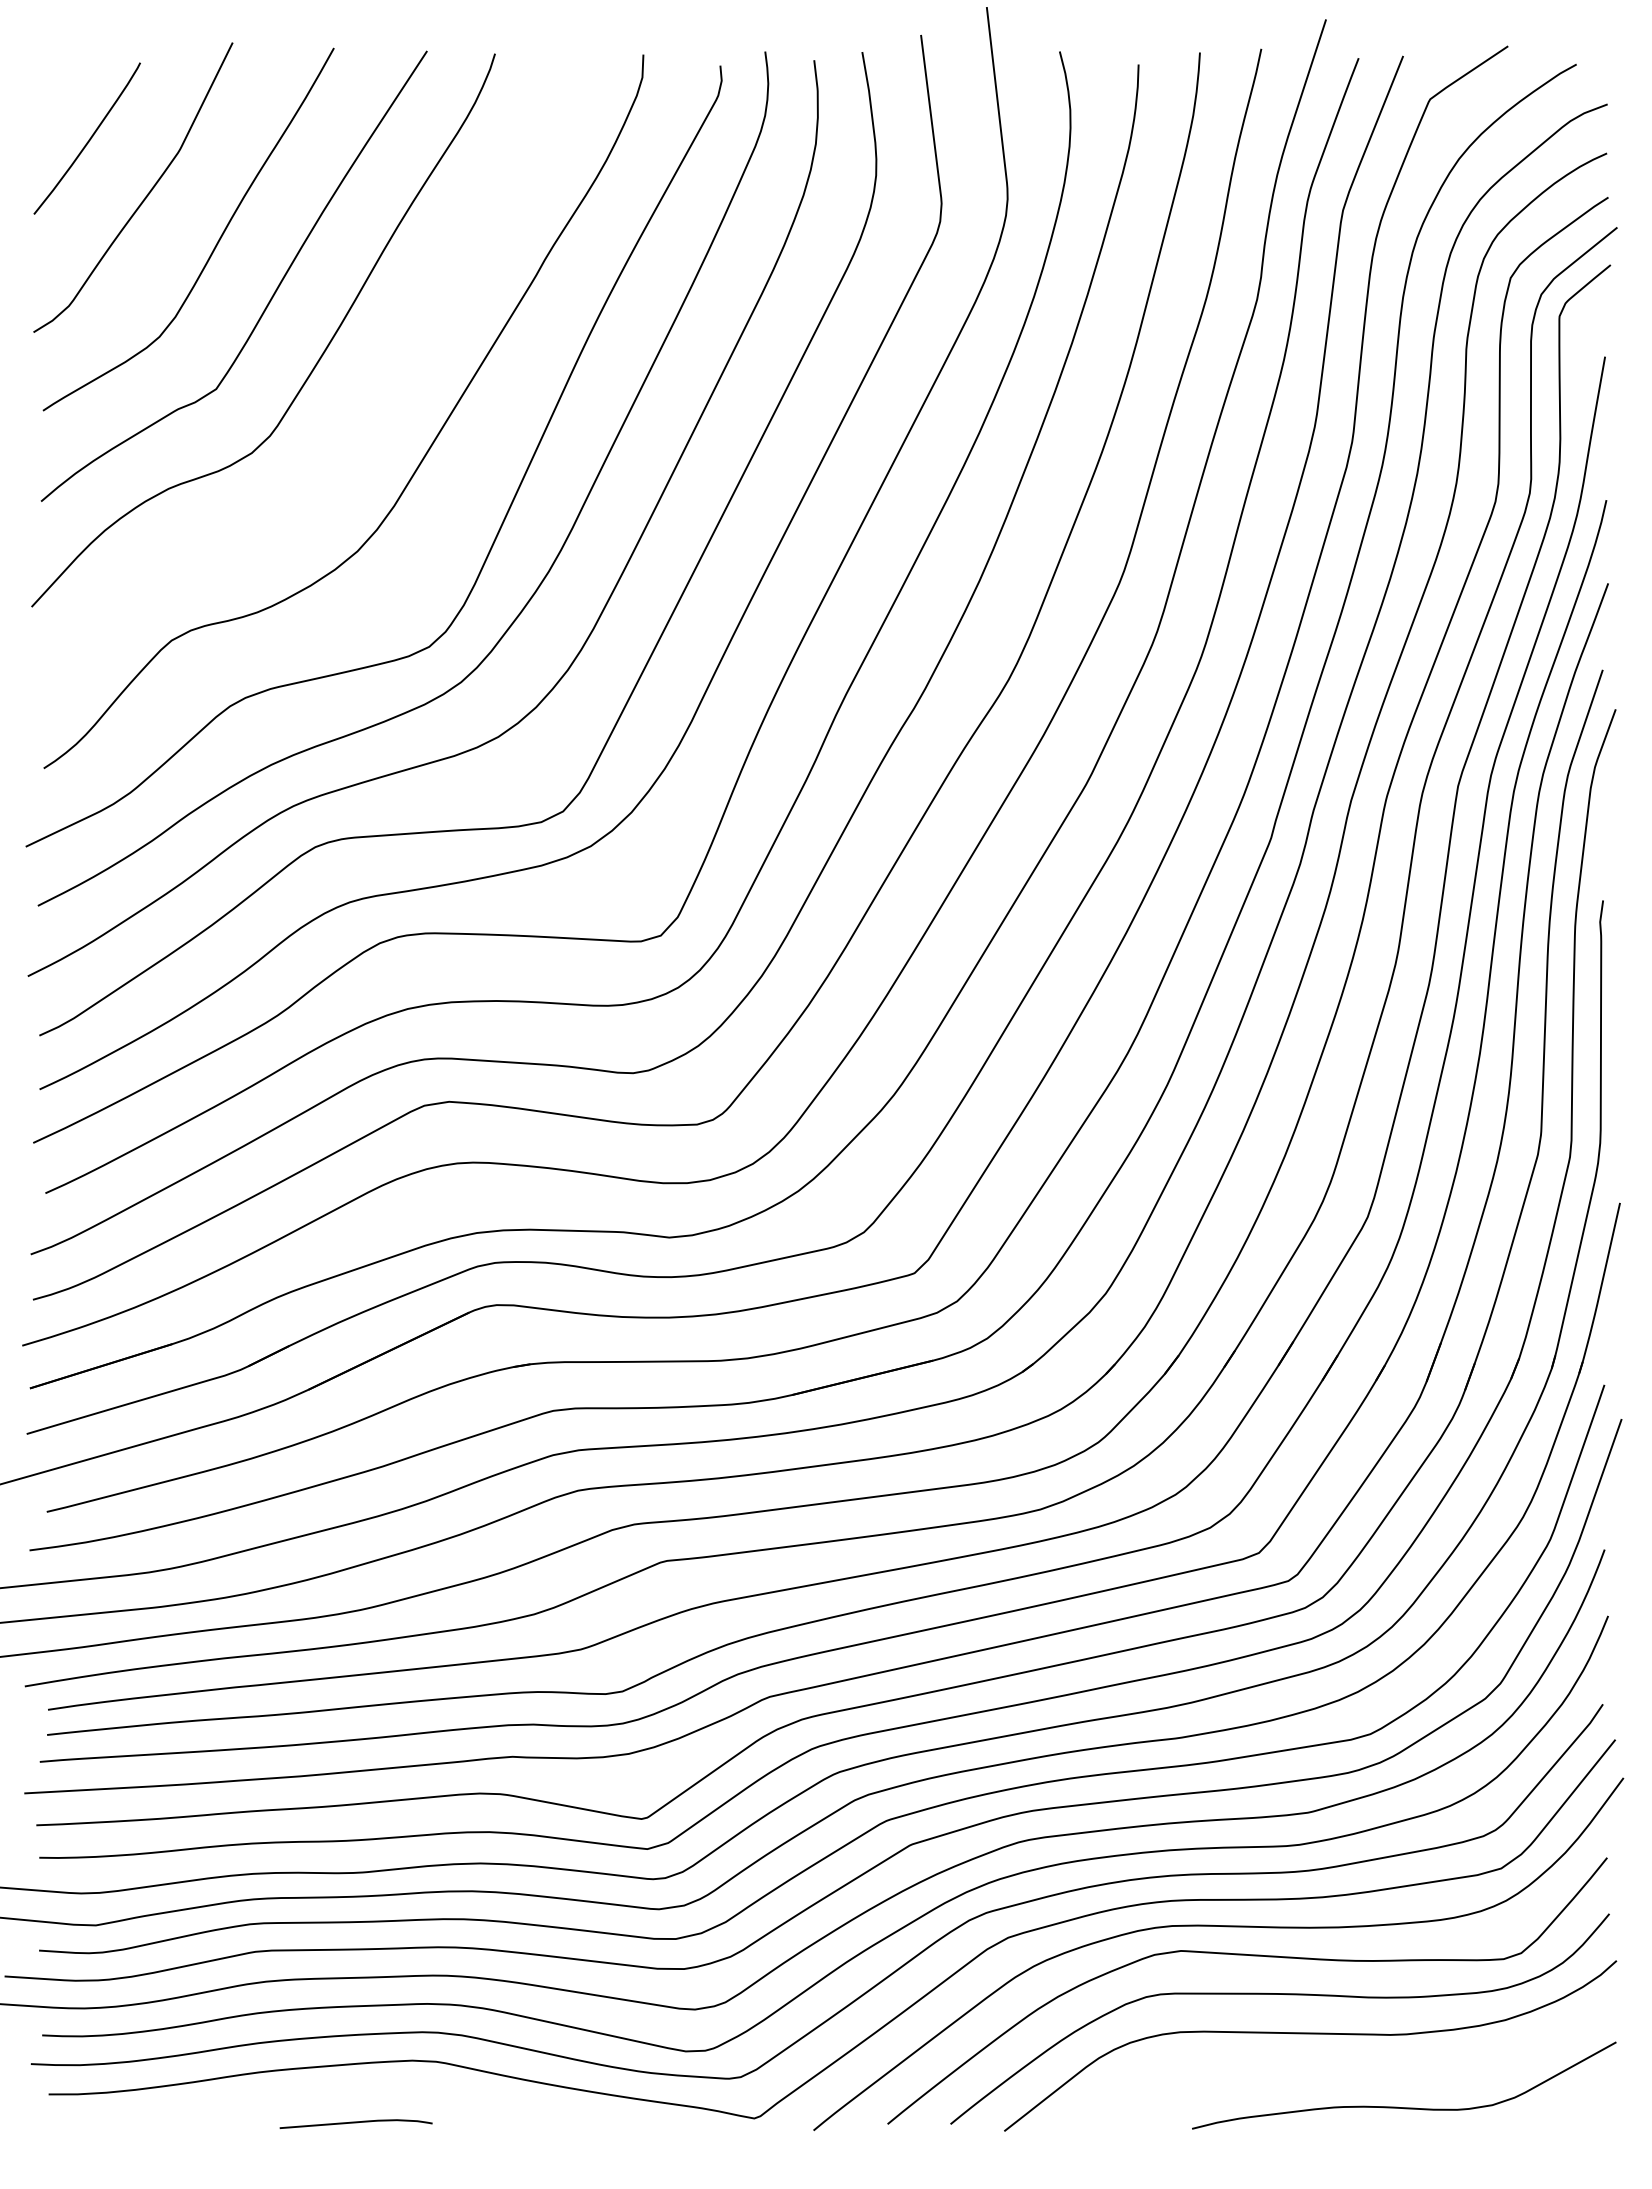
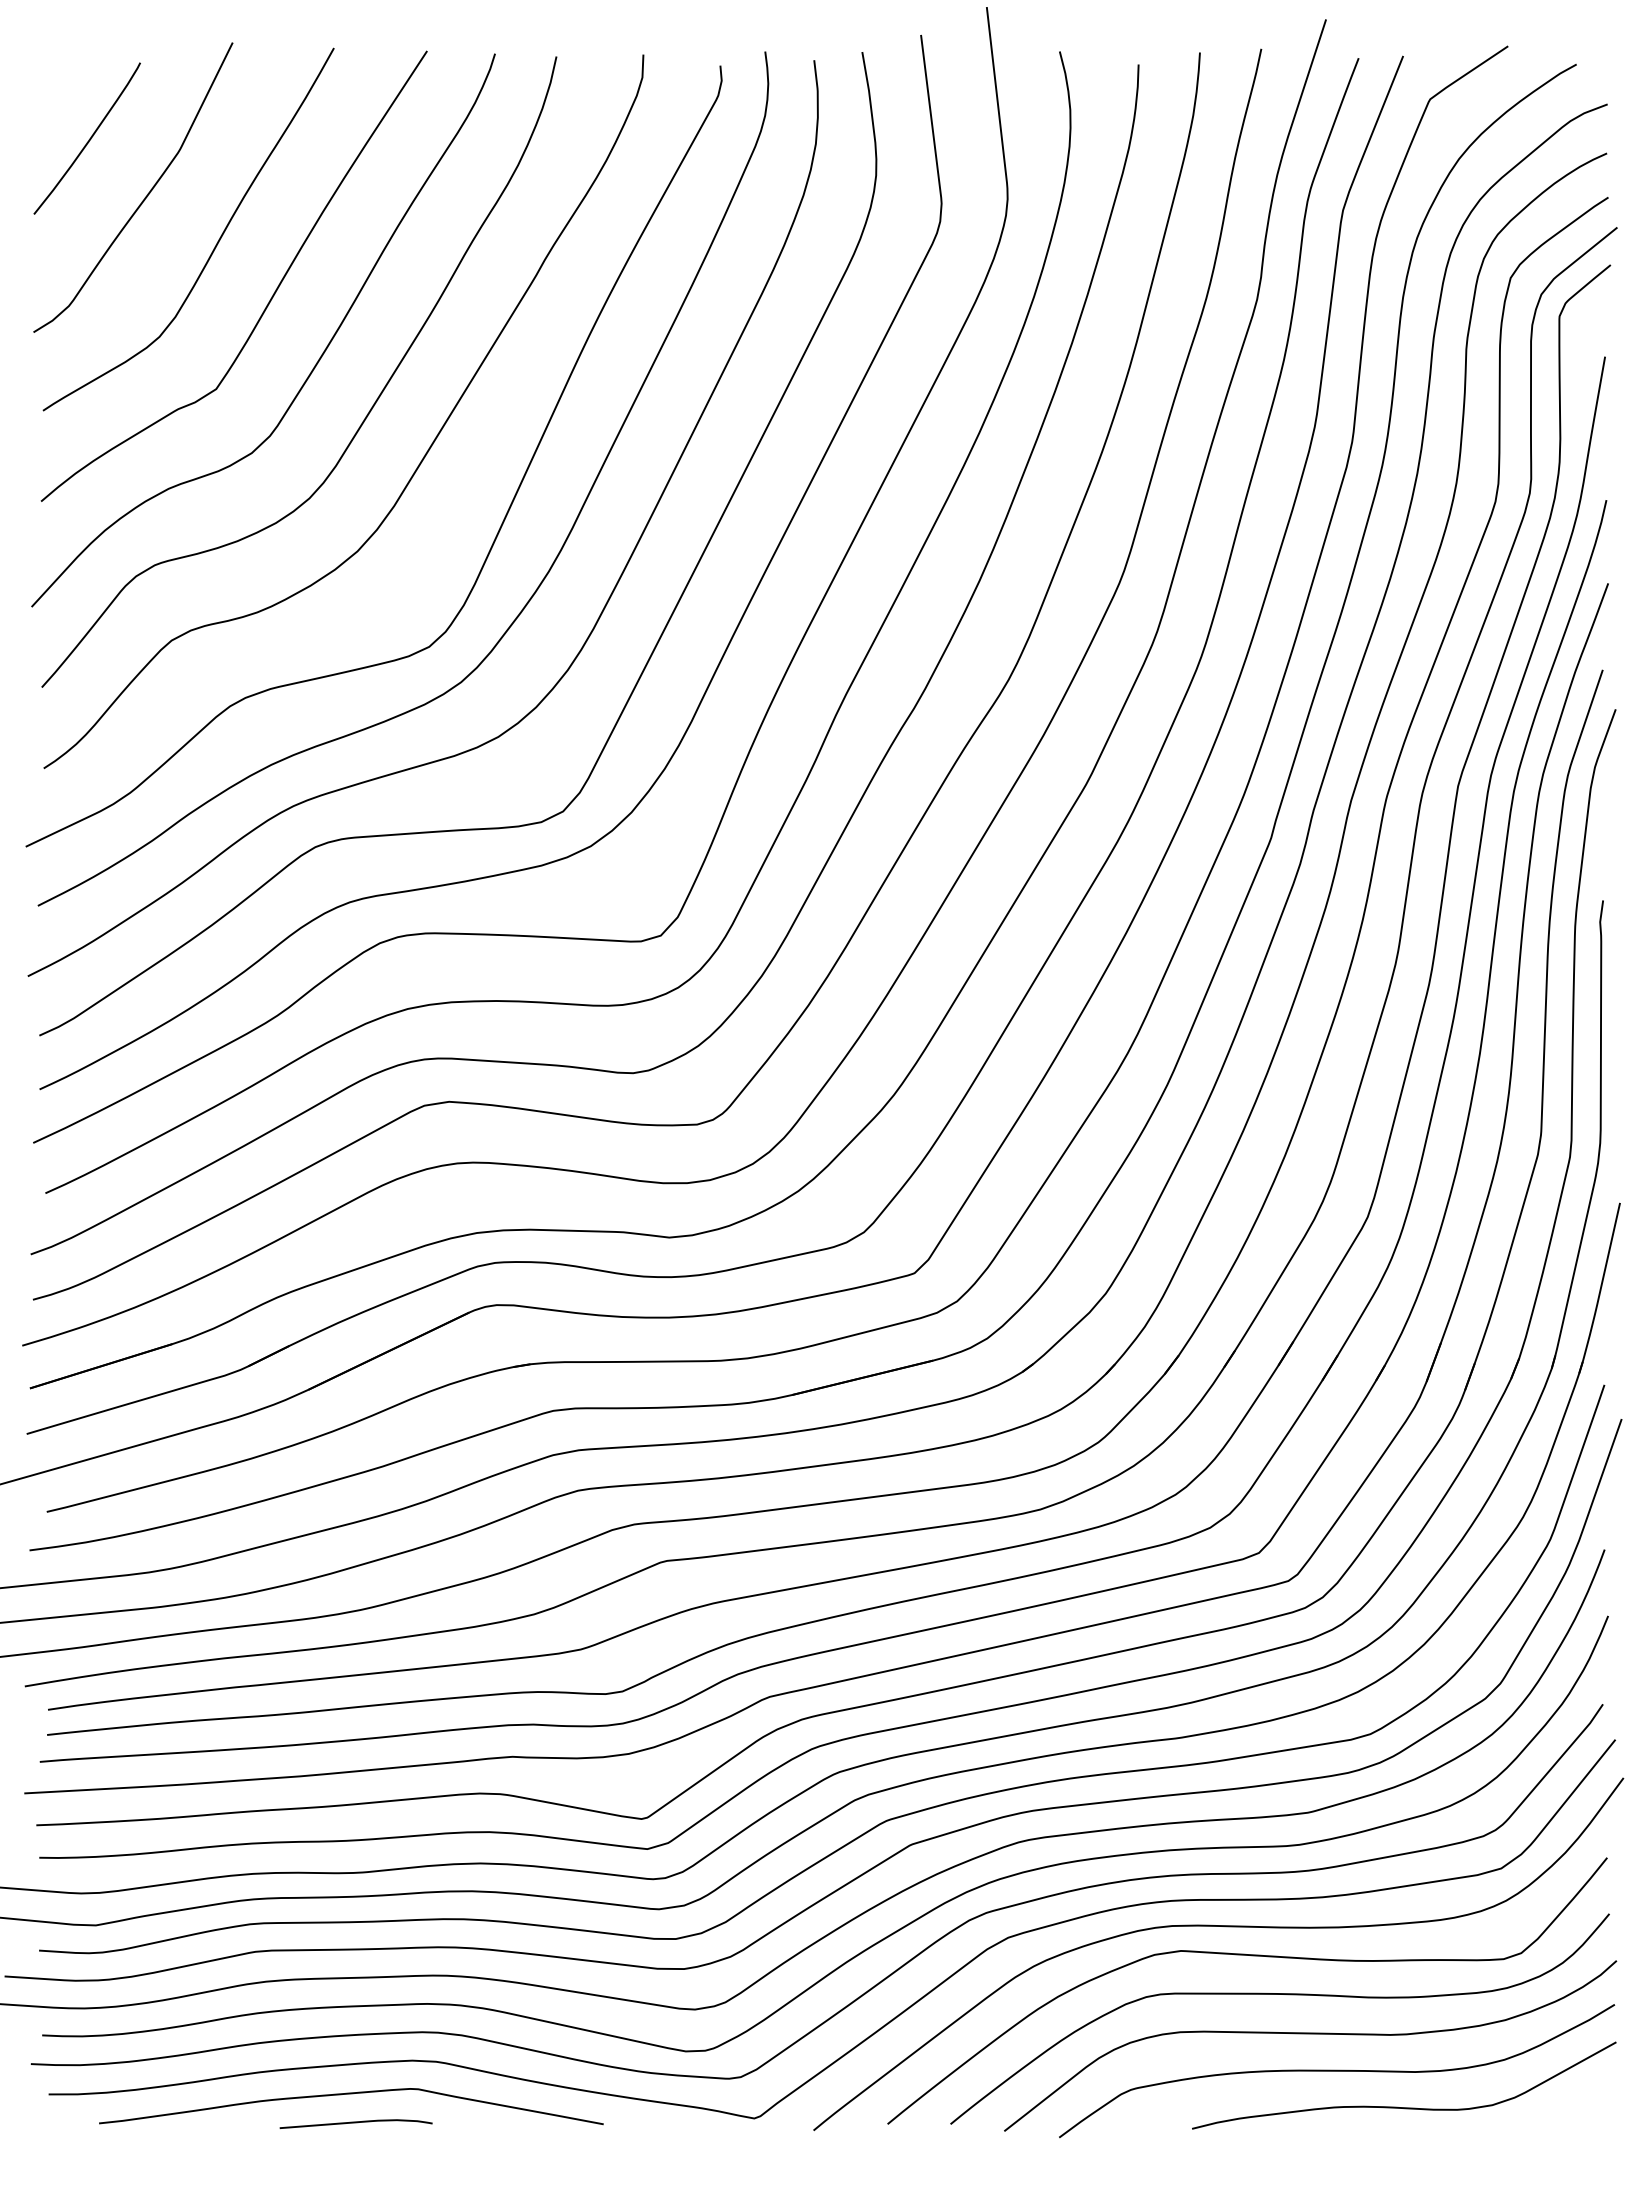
curve at (368, 411): none -> present
curve at (1337, 2071): none -> present
curve at (351, 2094): none -> present
